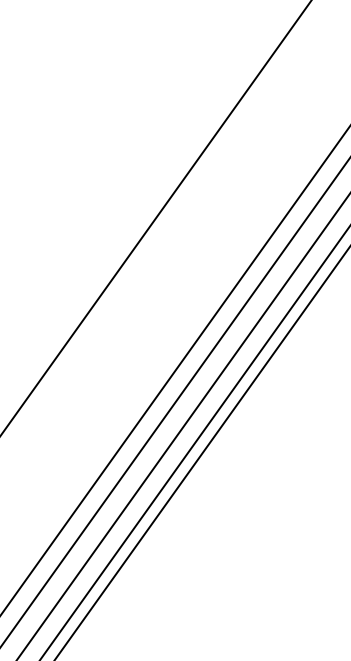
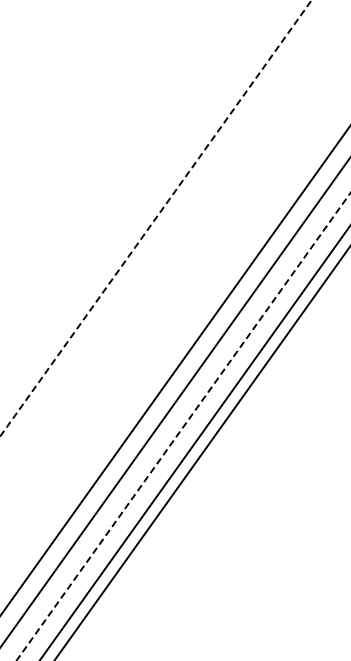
line at (155, 218): solid -> dashed
line at (183, 427): solid -> dashed
